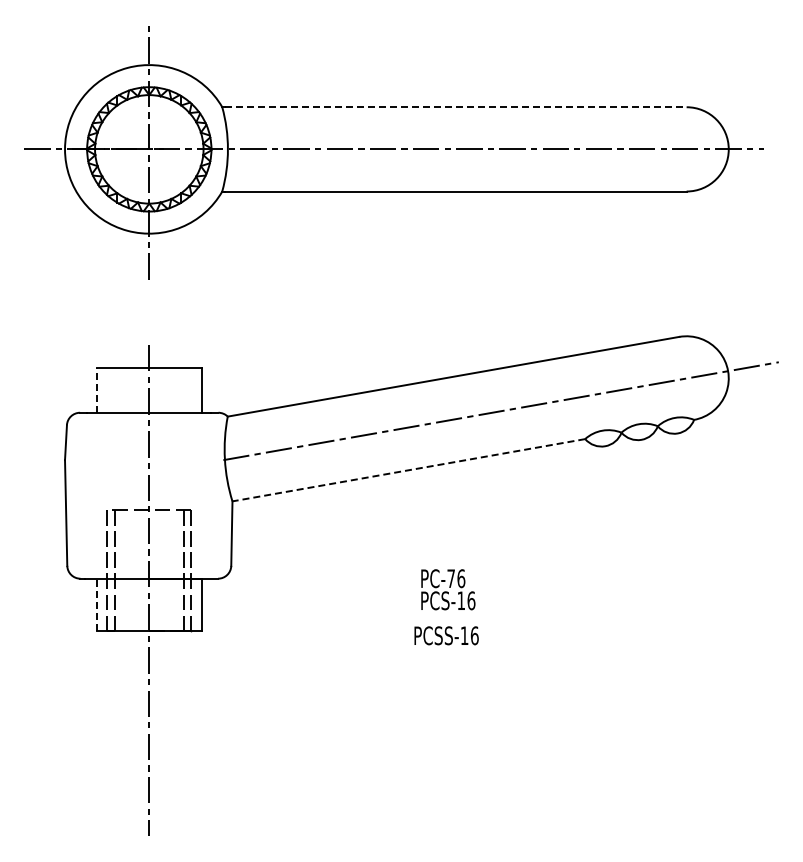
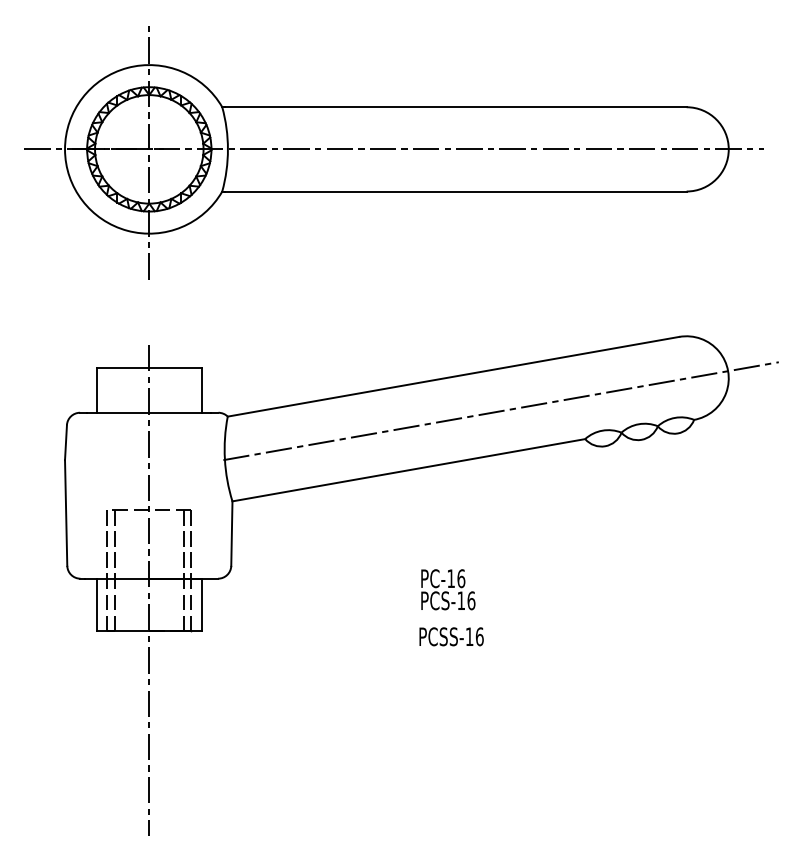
line at (455, 107): dashed -> solid
line at (96, 389): dashed -> solid
line at (408, 470): dashed -> solid
text at (450, 578): PC-76 -> PC-16
line at (96, 604): dashed -> solid
text at (446, 635) position: (446, 635) -> (451, 636)
